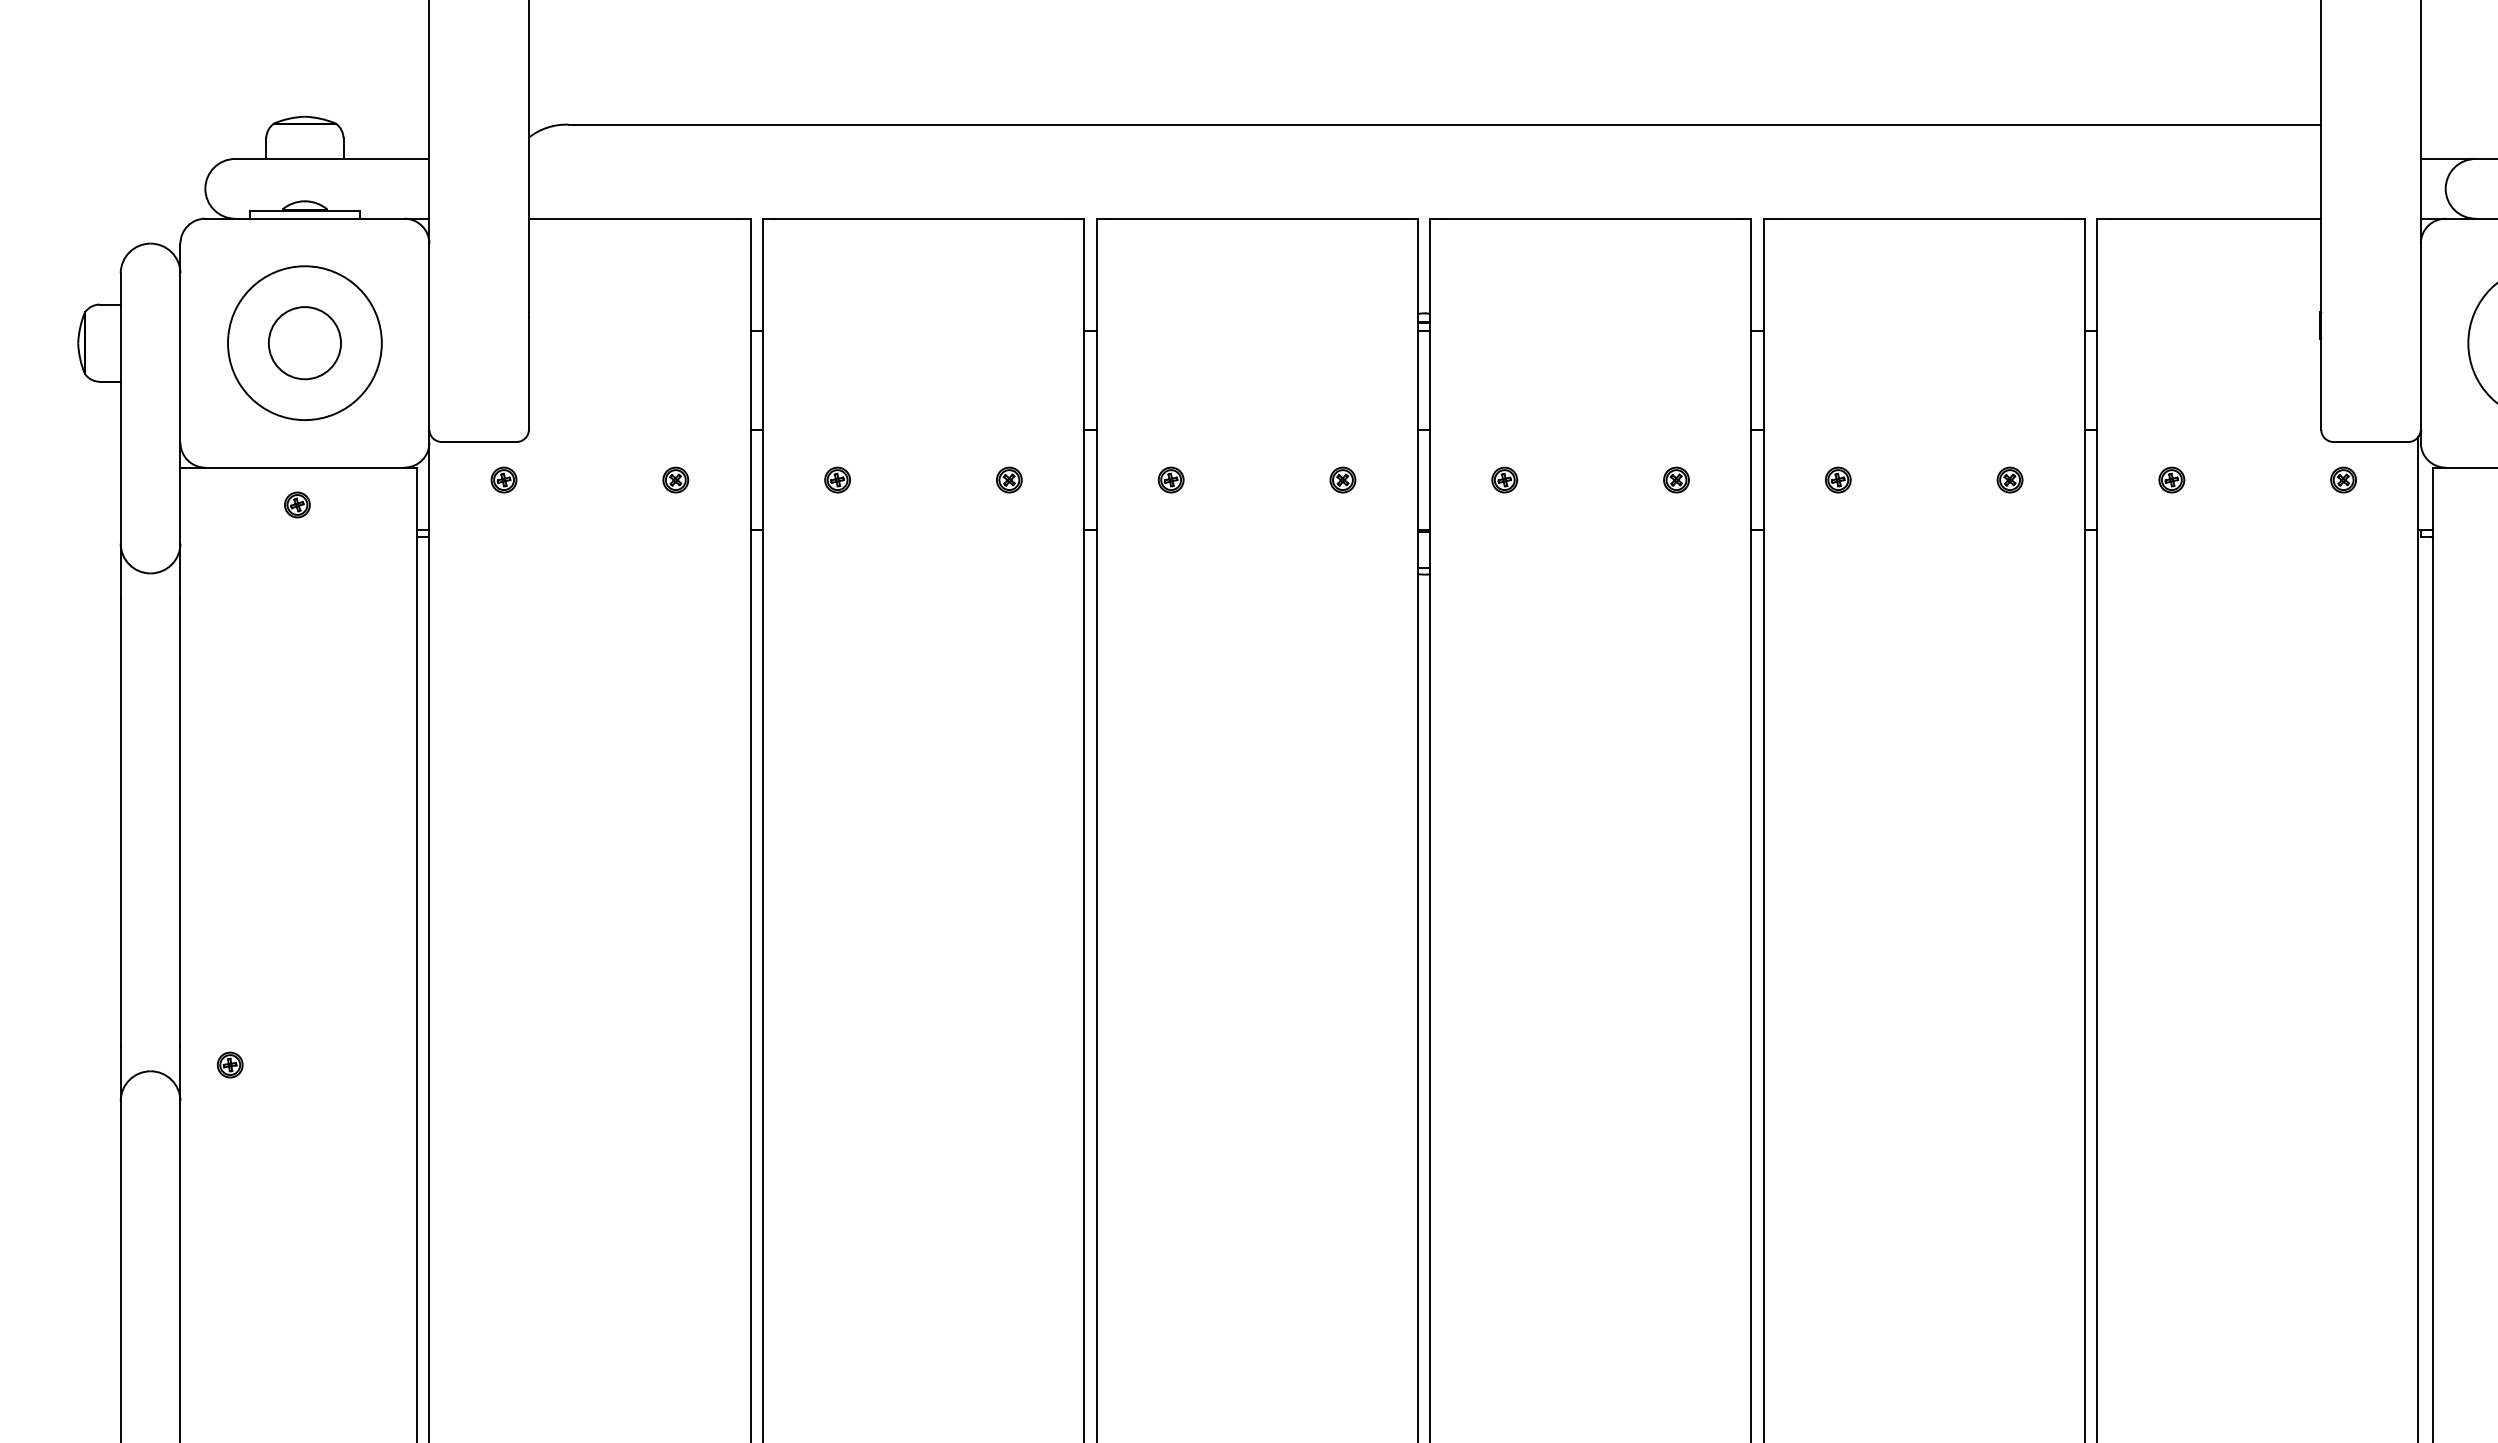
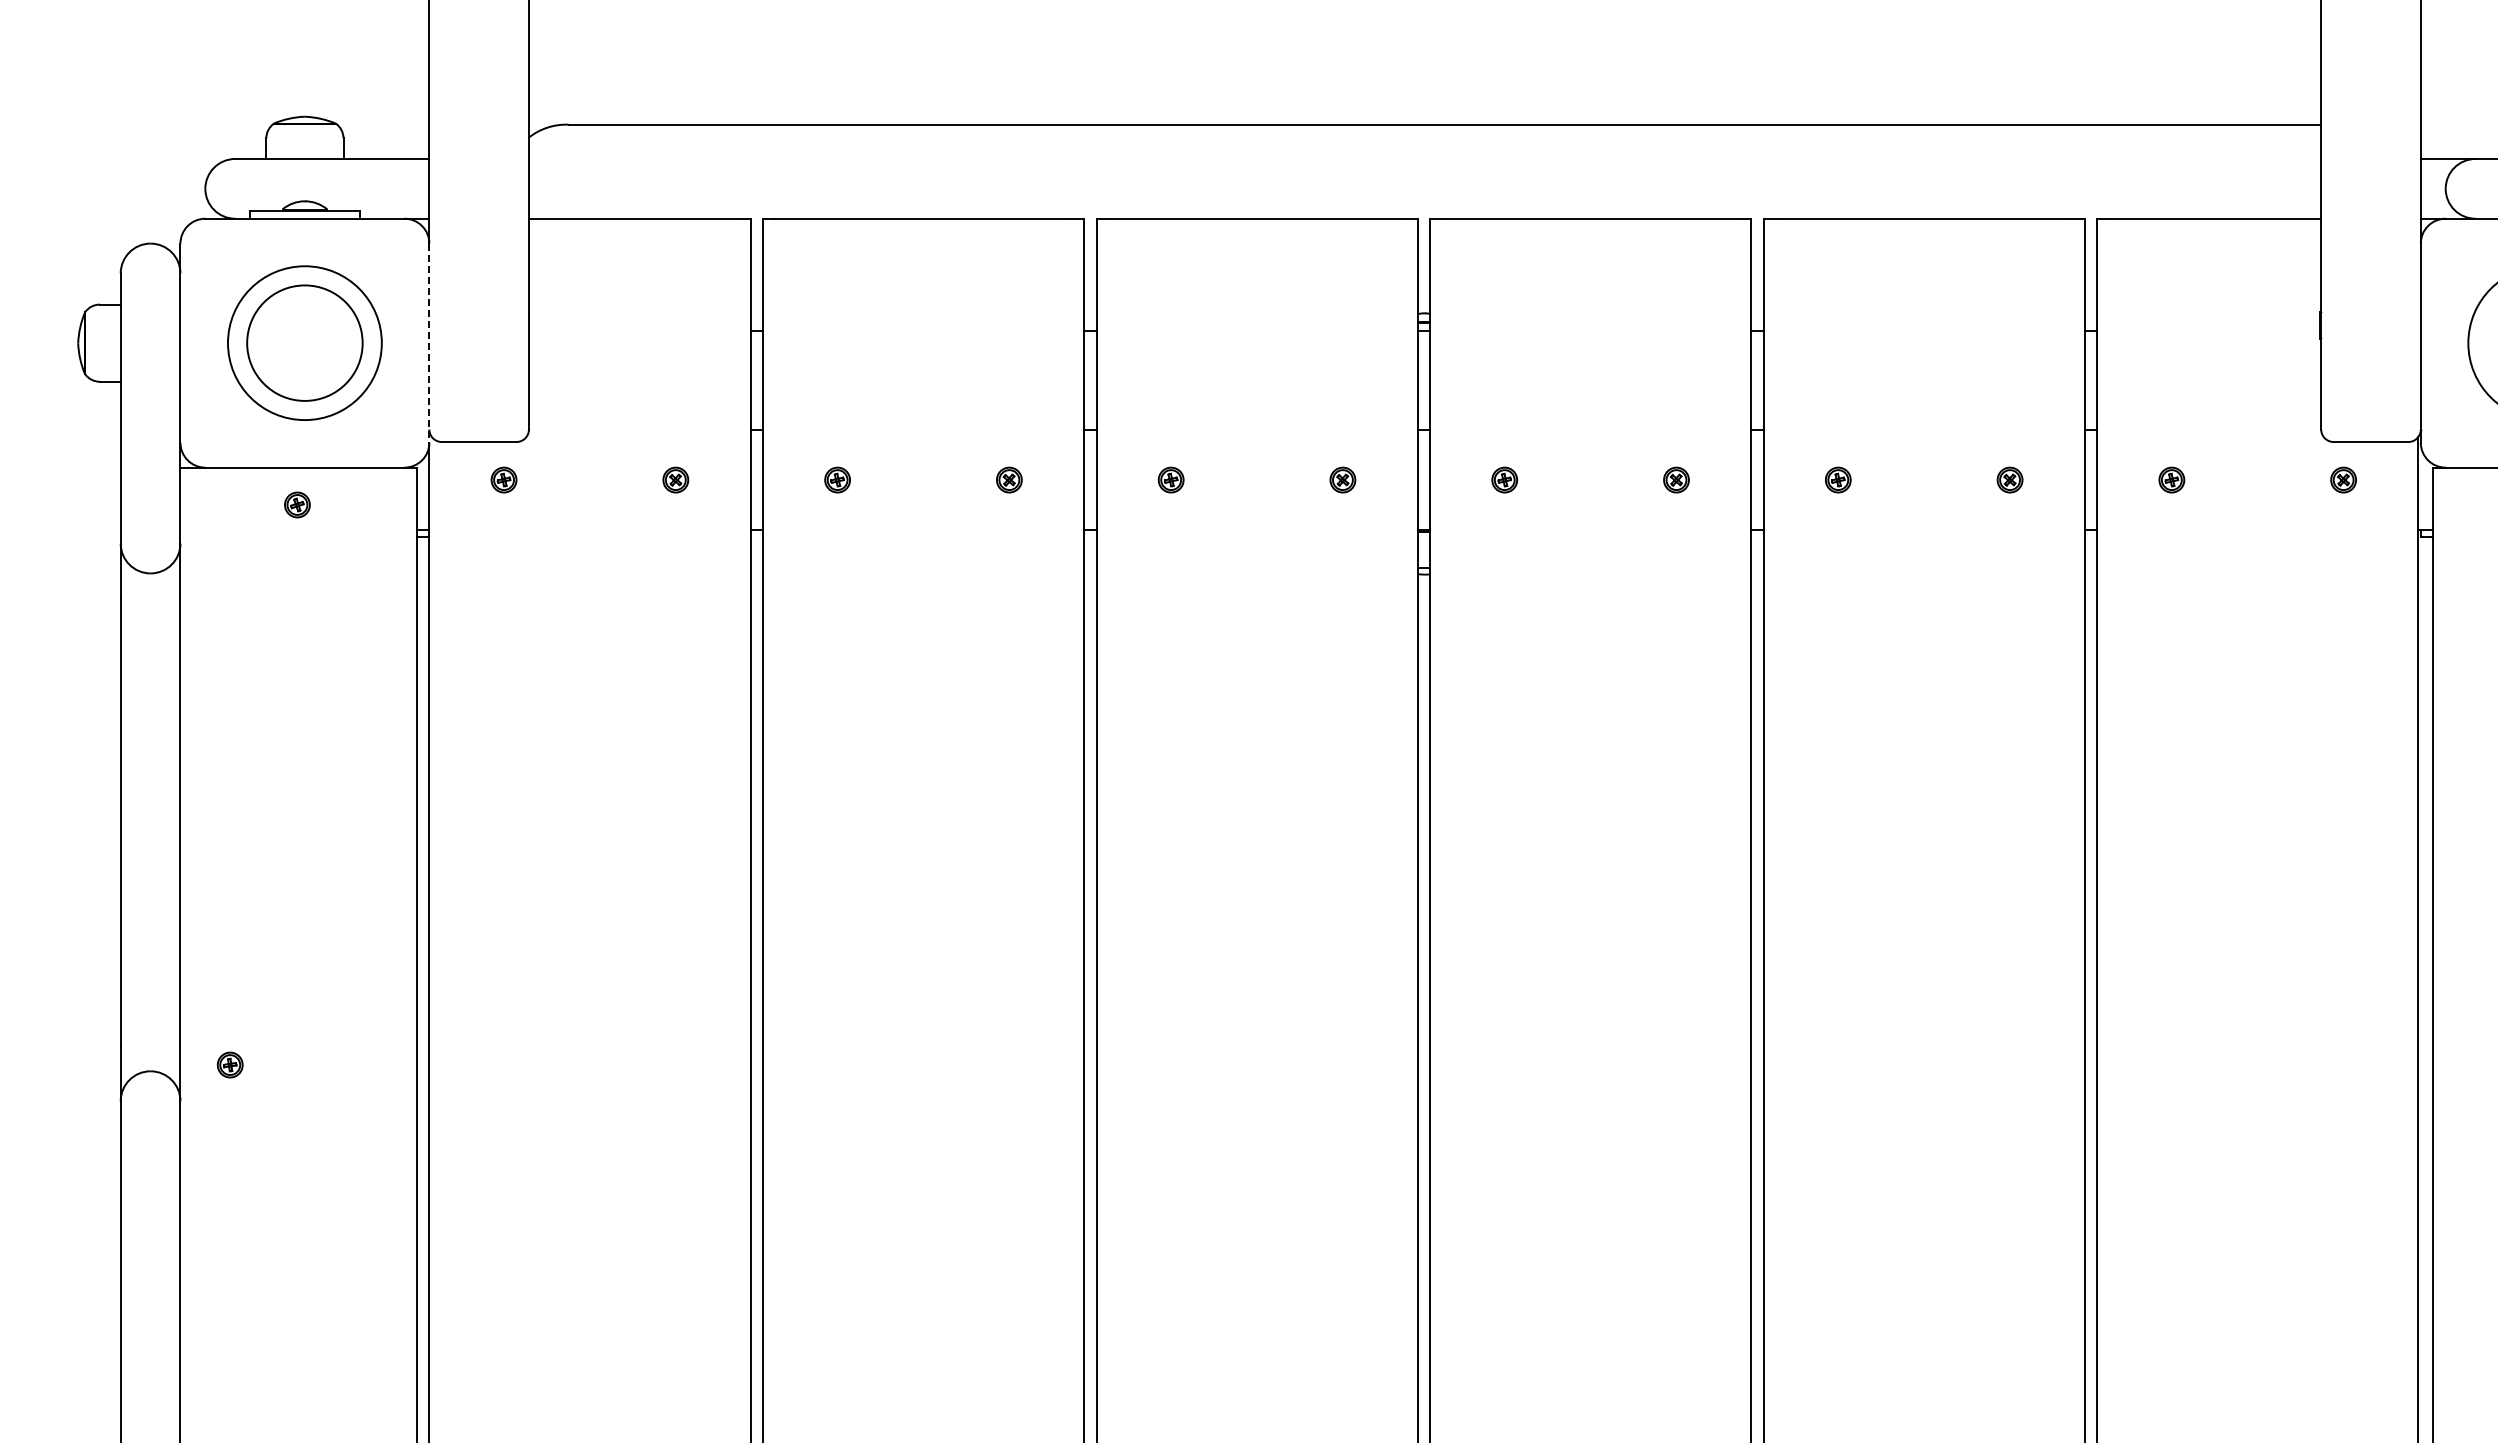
circle at (304, 343) diameter: 72 px -> 116 px
line at (429, 343): solid -> dashed
